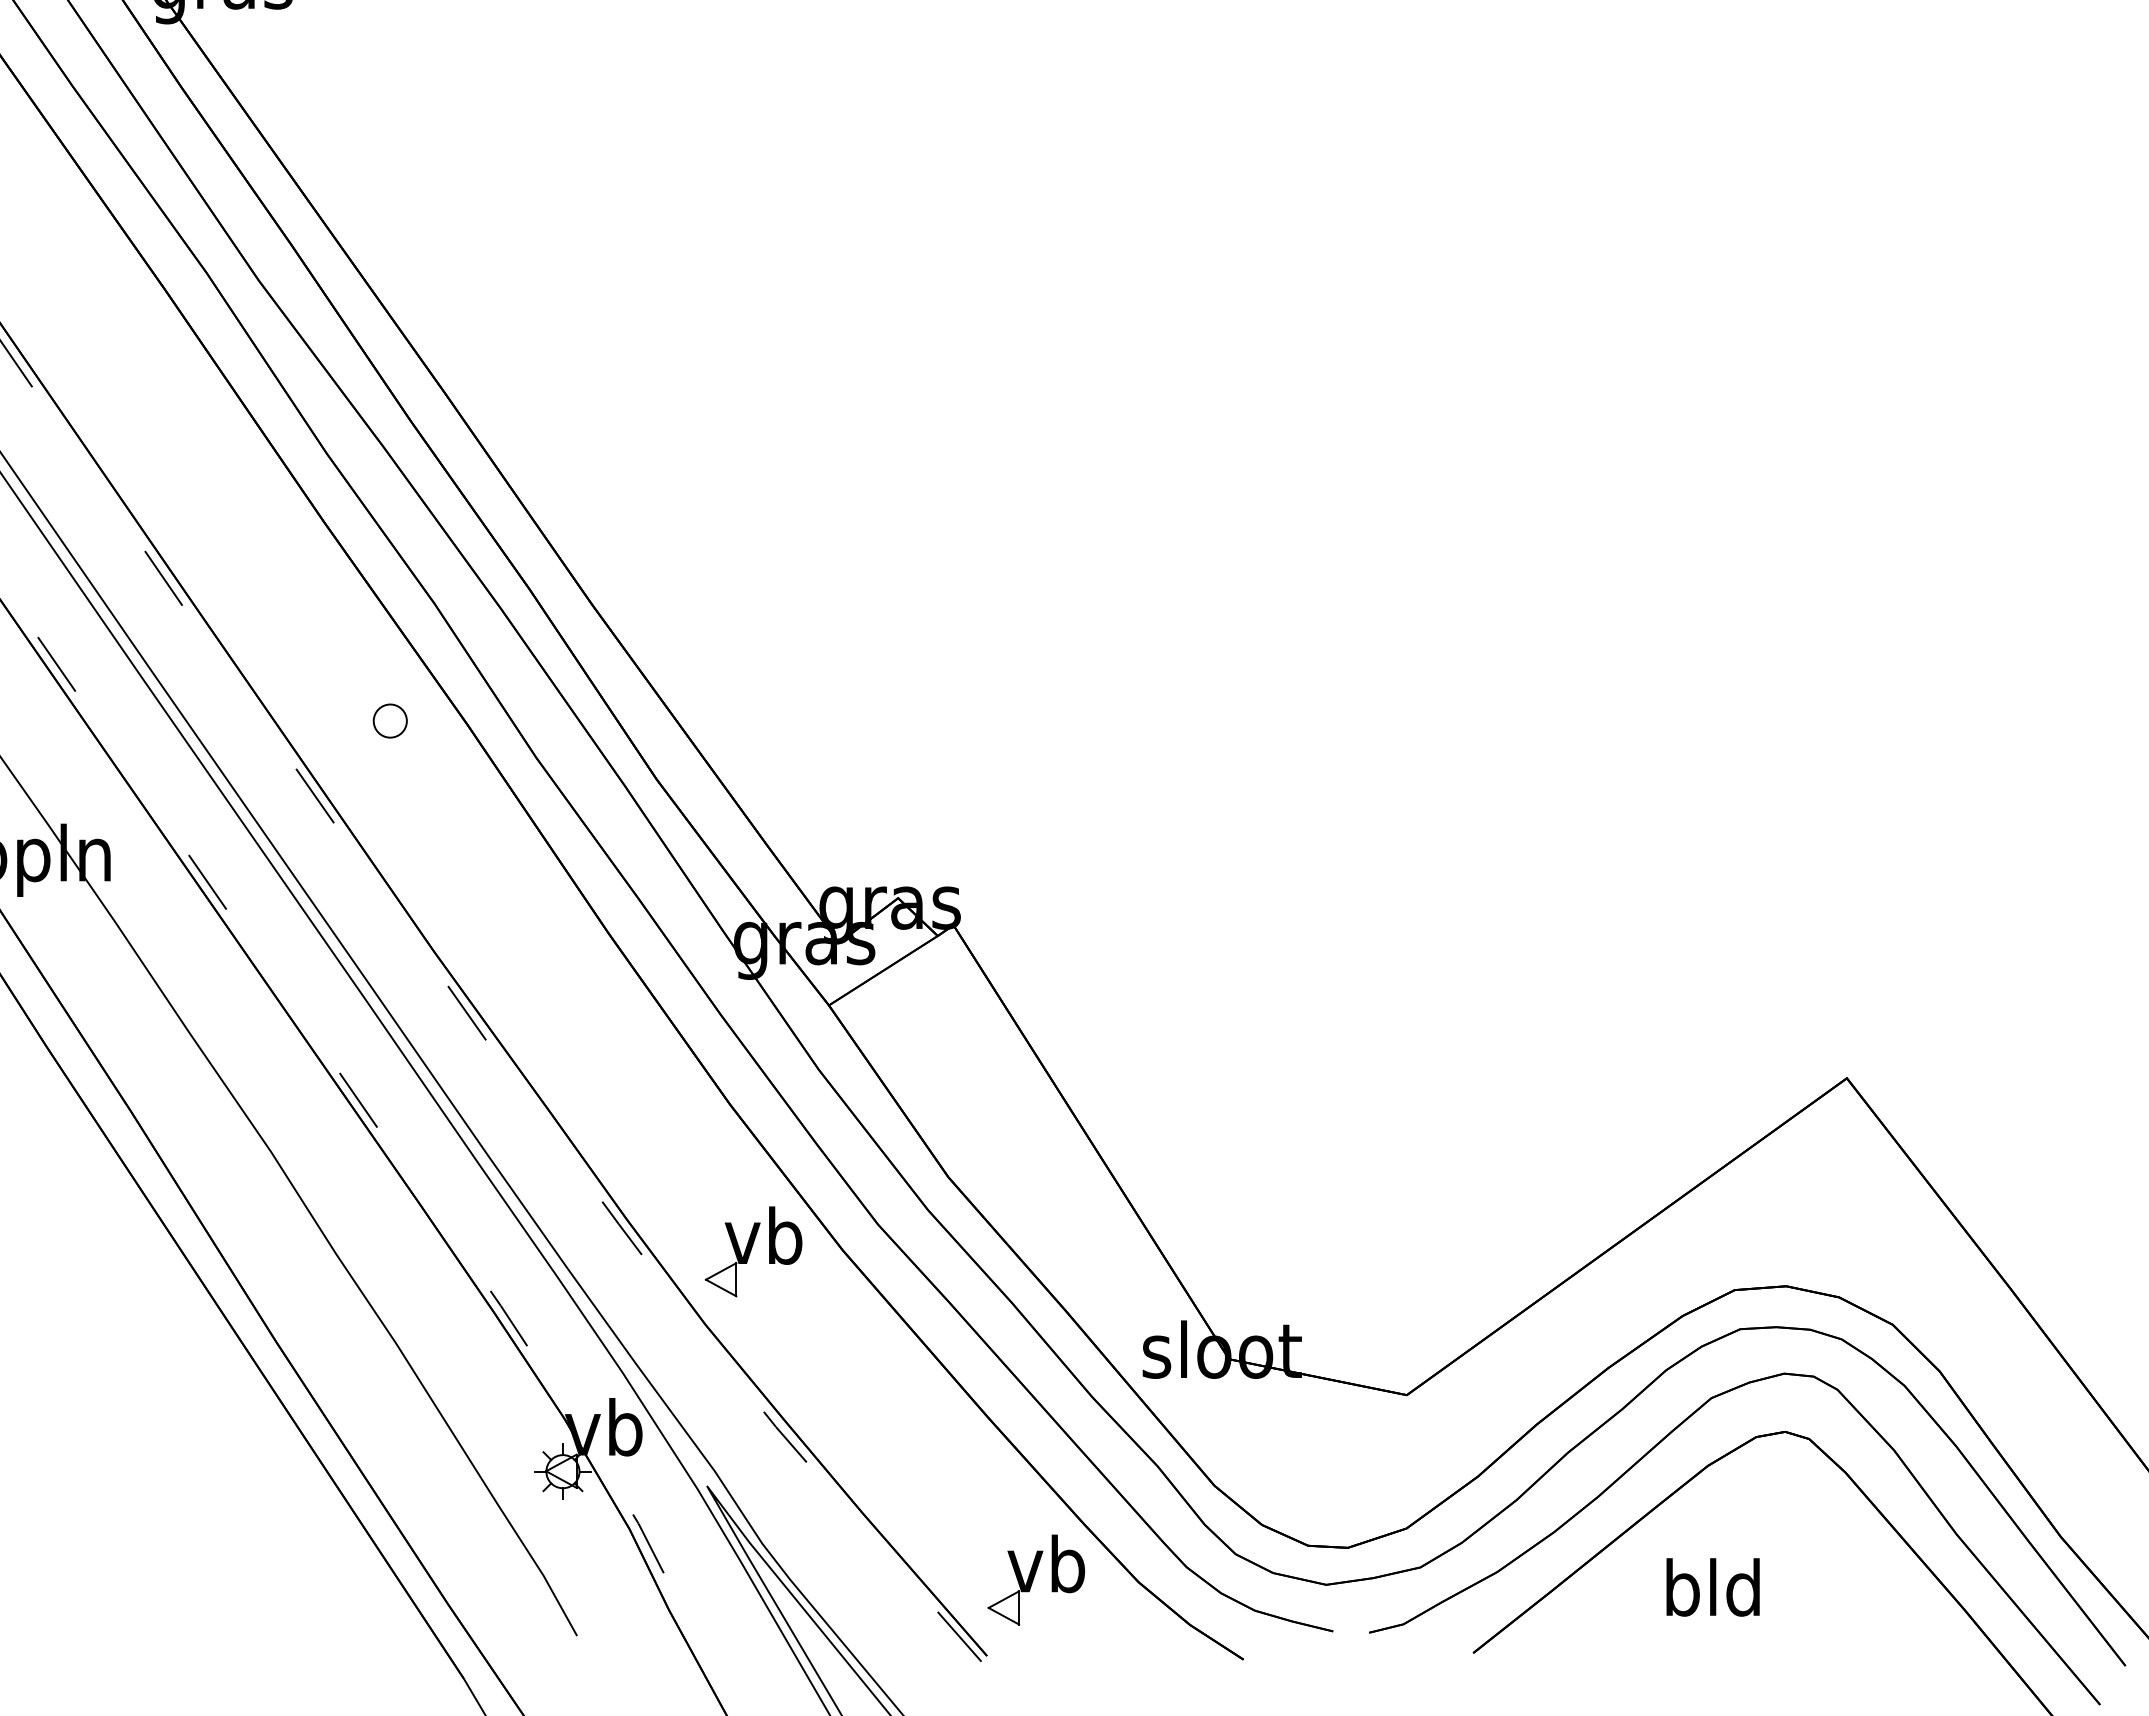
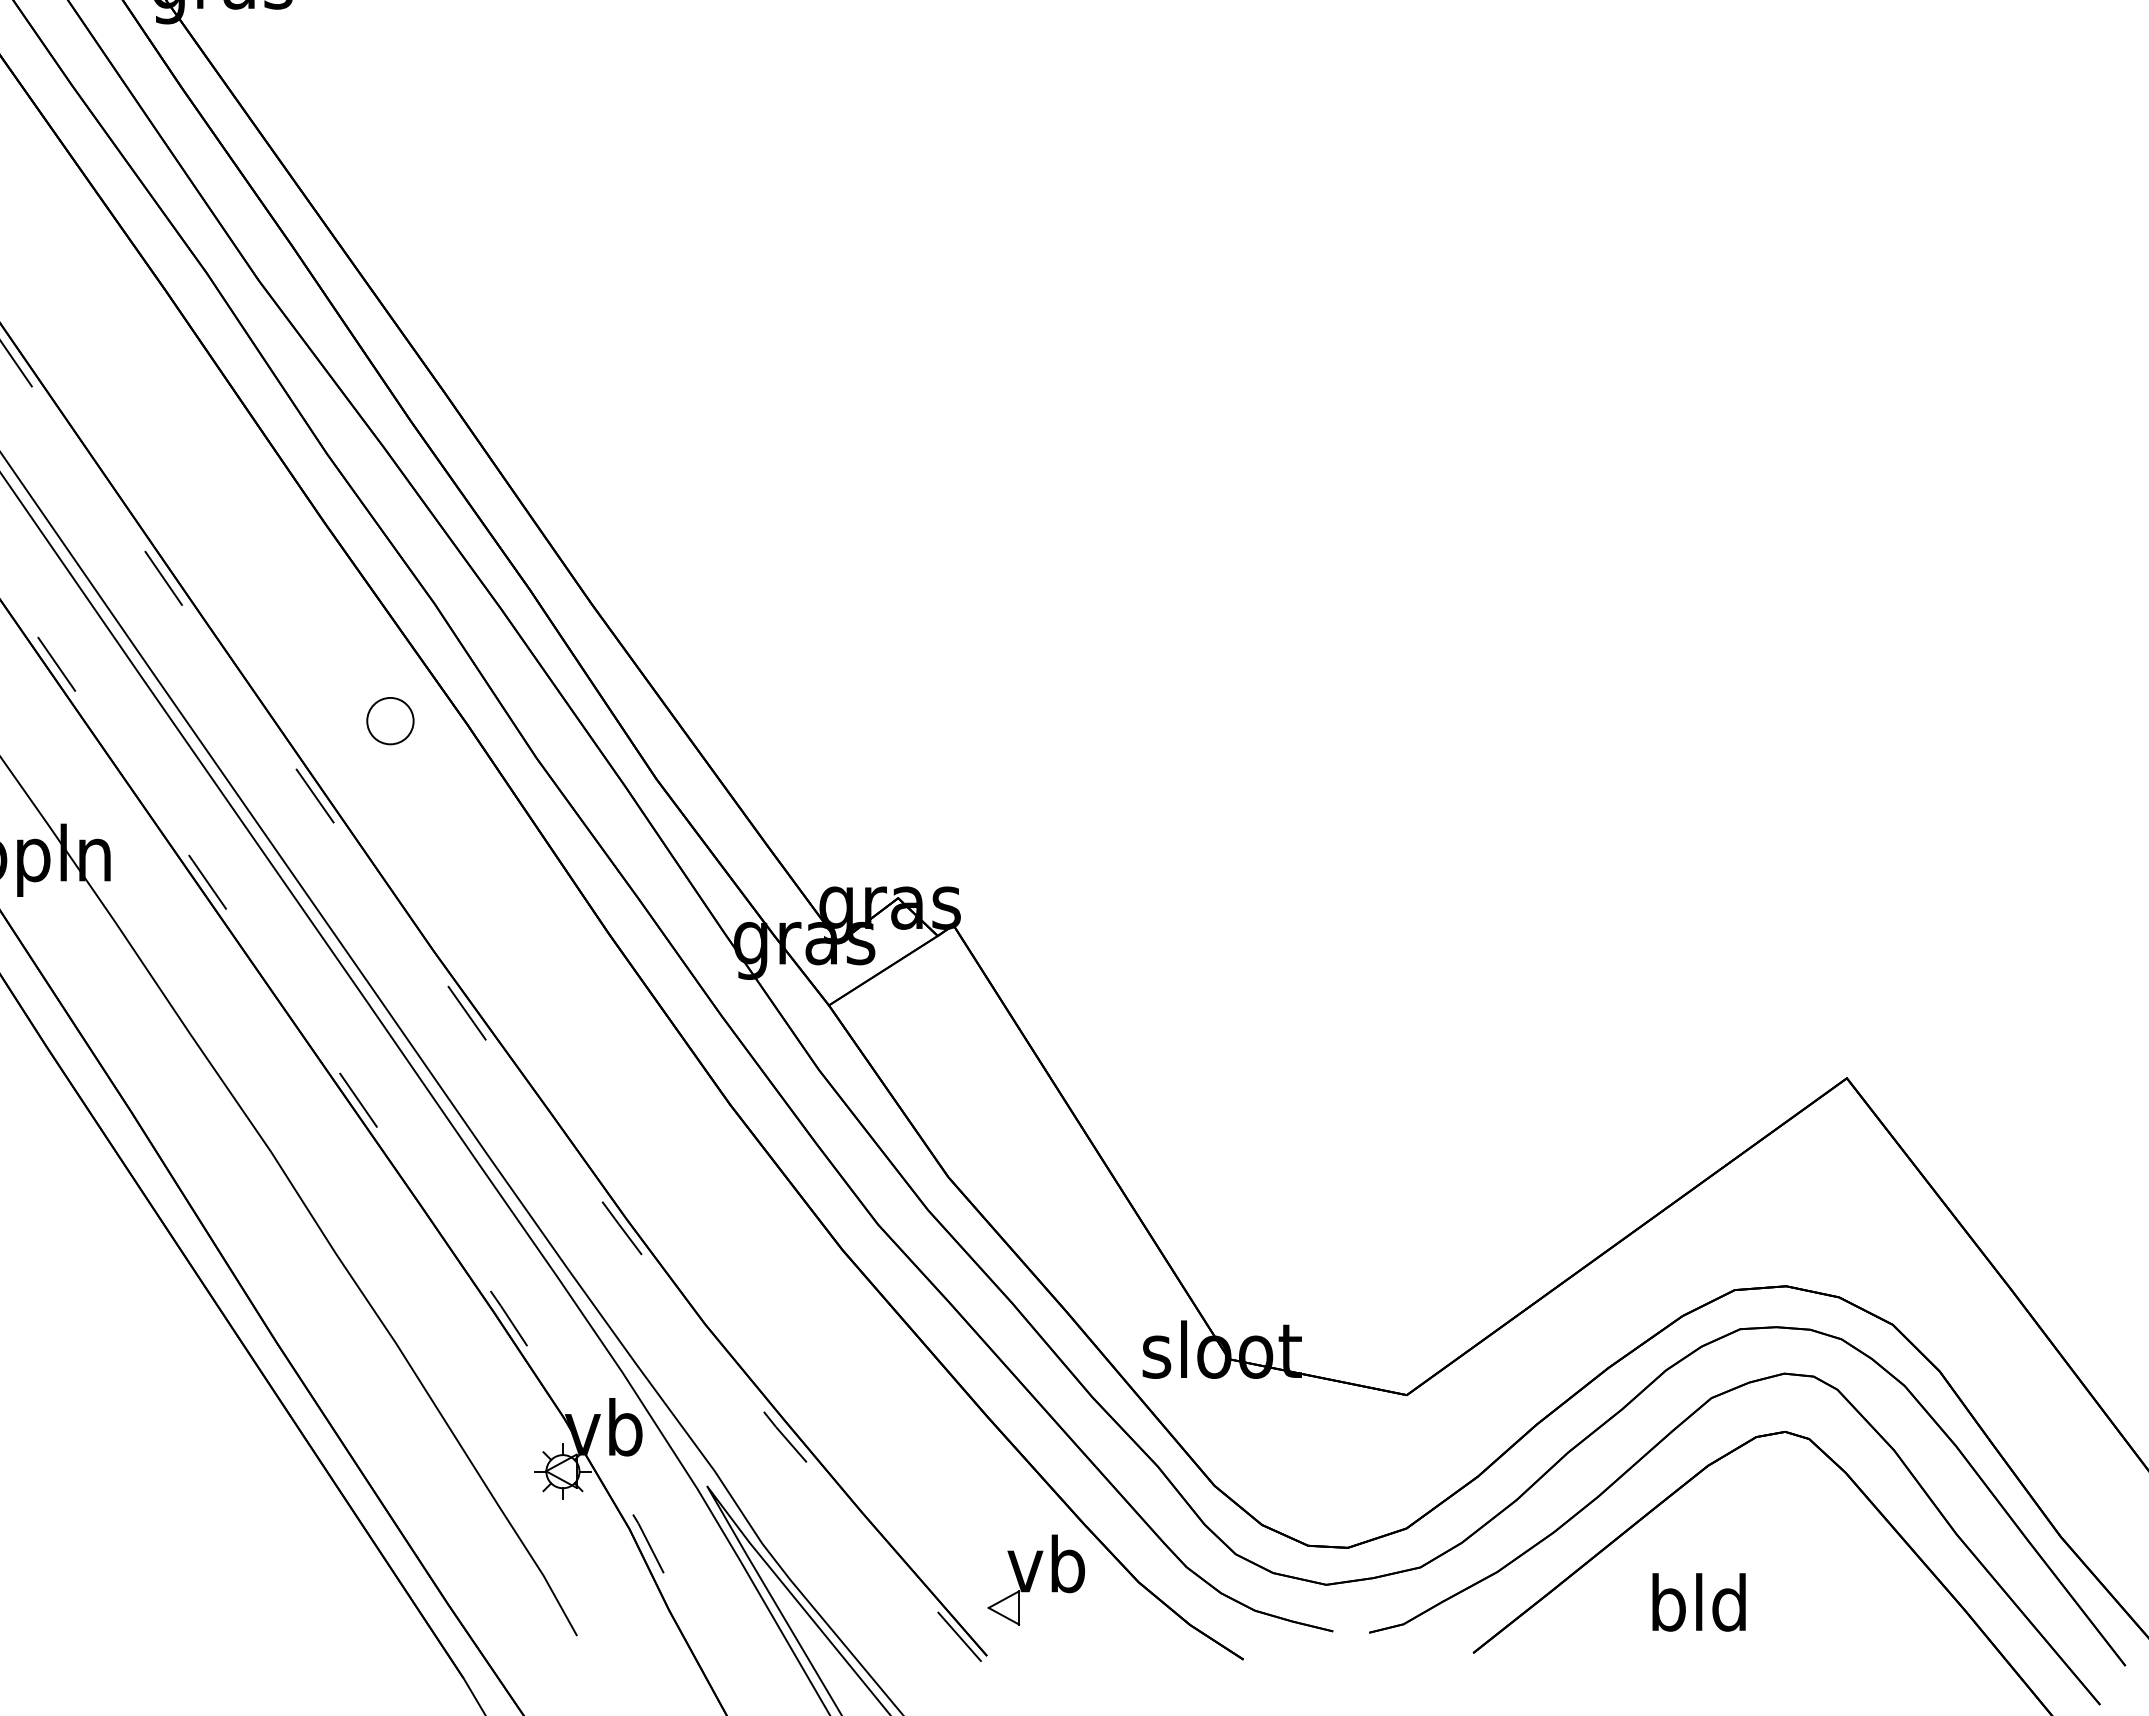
part at (389, 720) size: 36x36 px -> 49x49 px
part at (753, 1251): present -> none
text at (1712, 1587) position: (1712, 1587) -> (1698, 1602)
